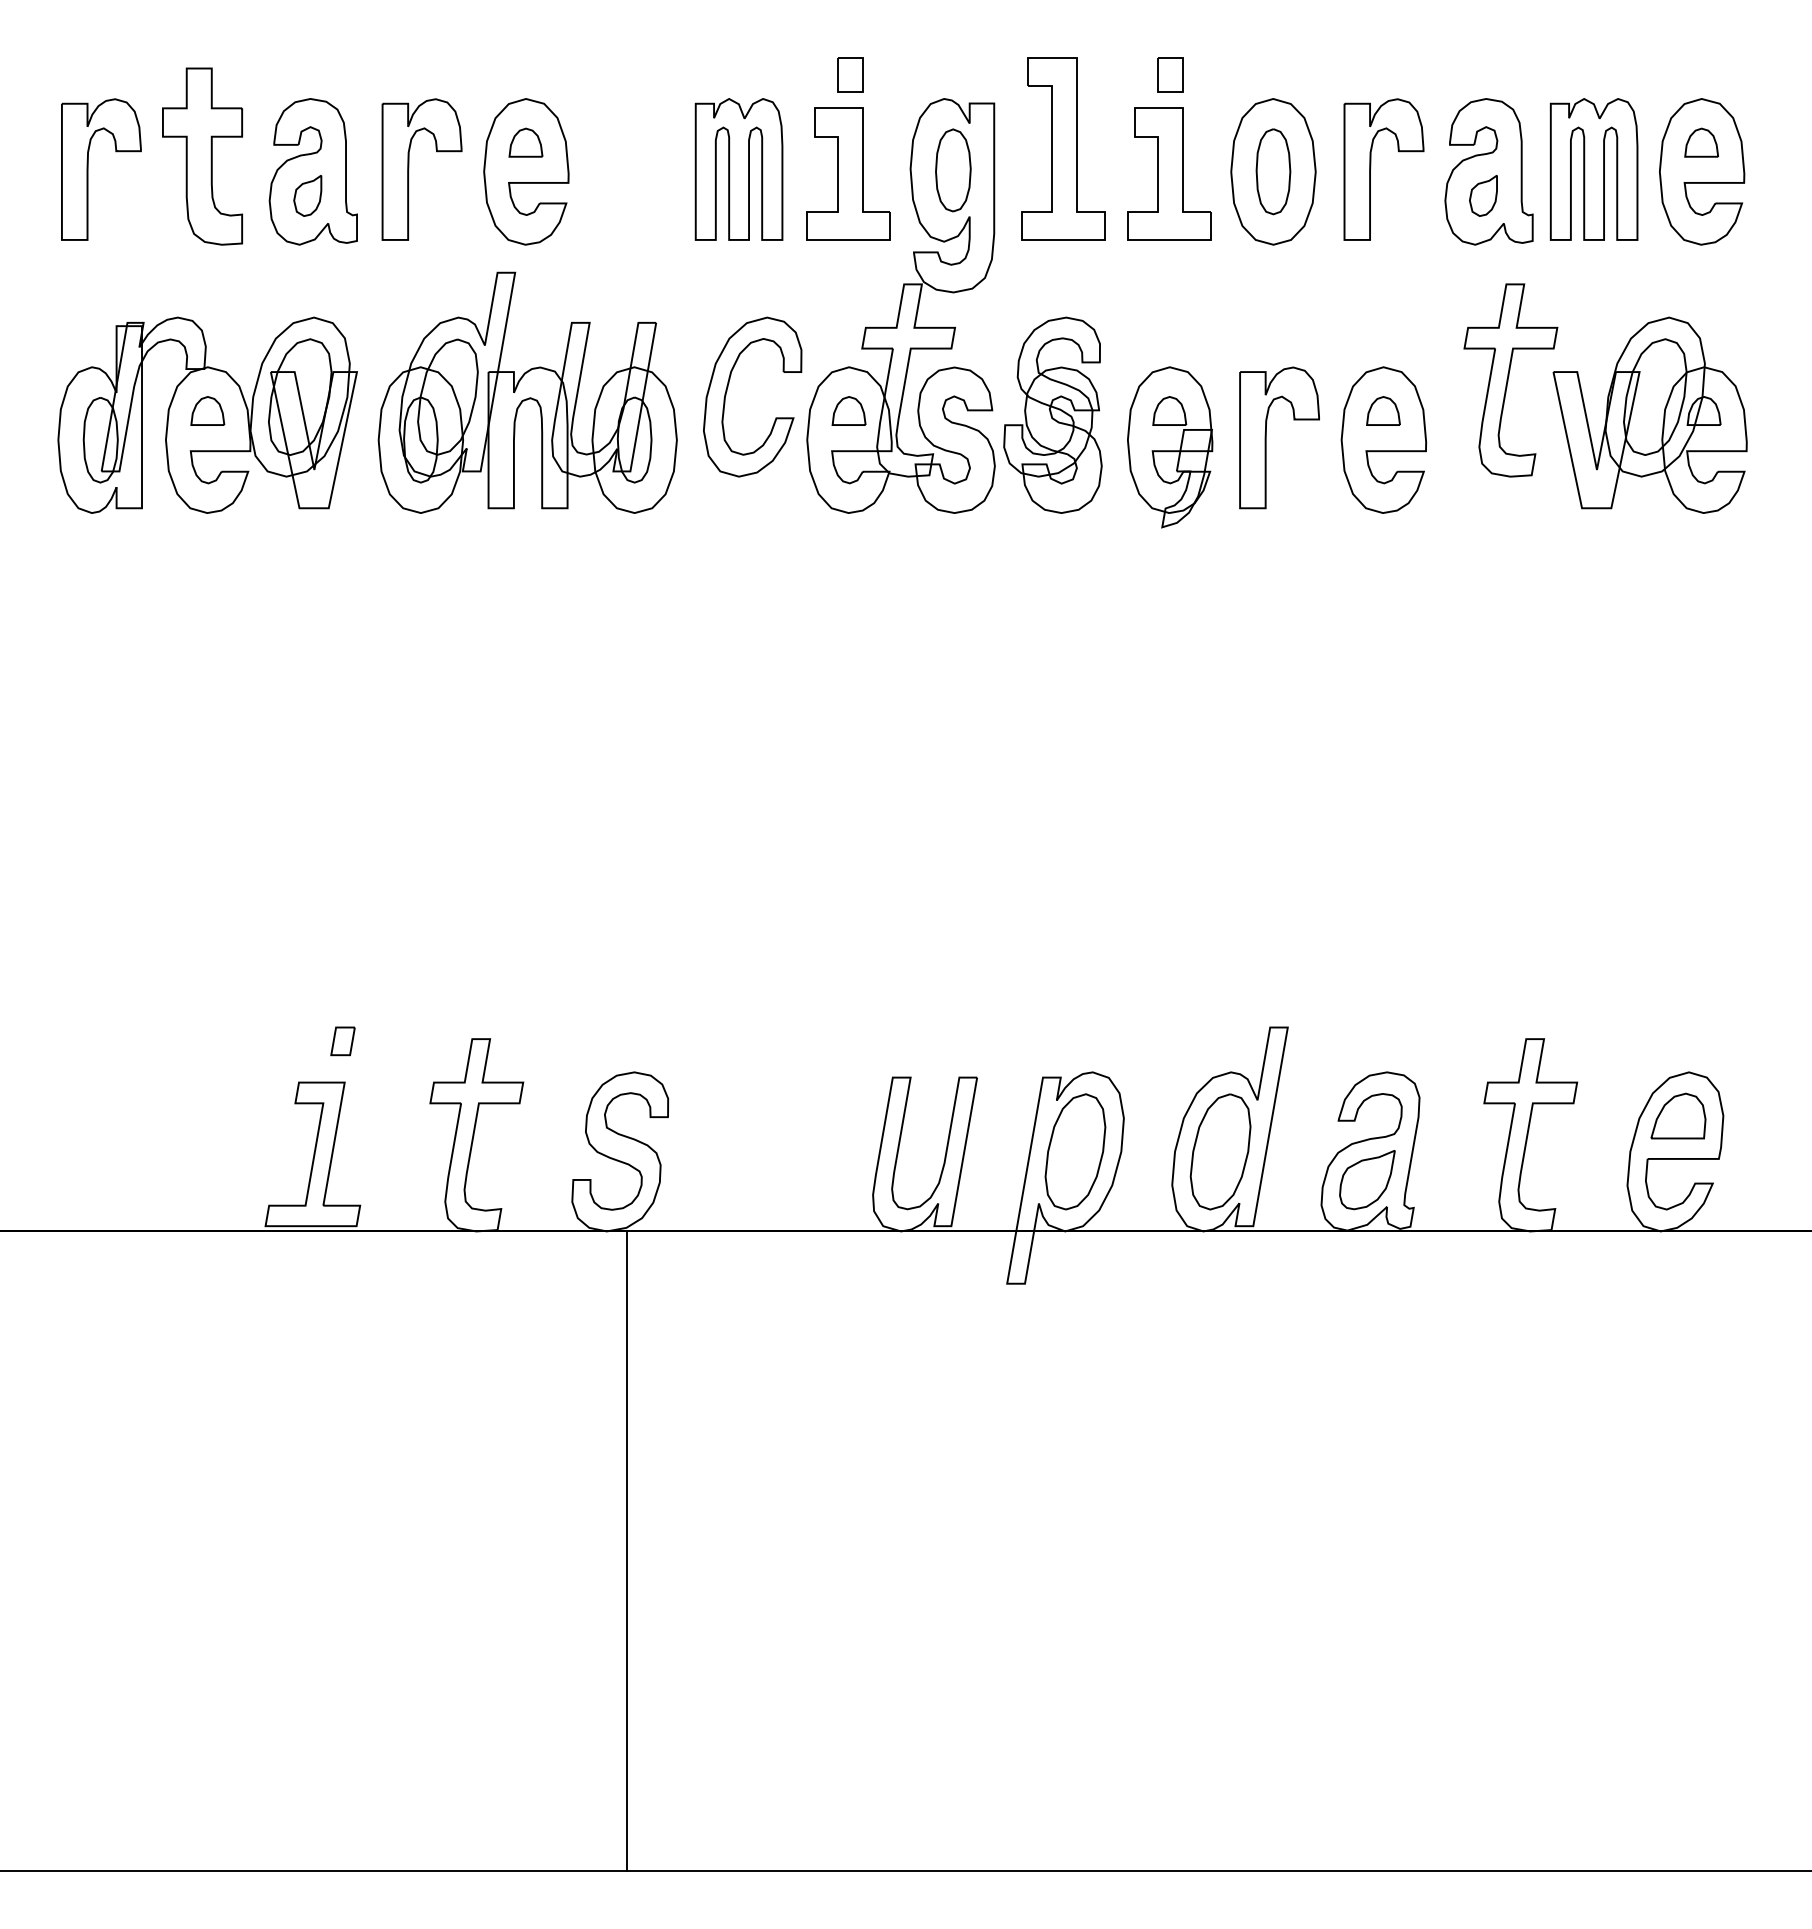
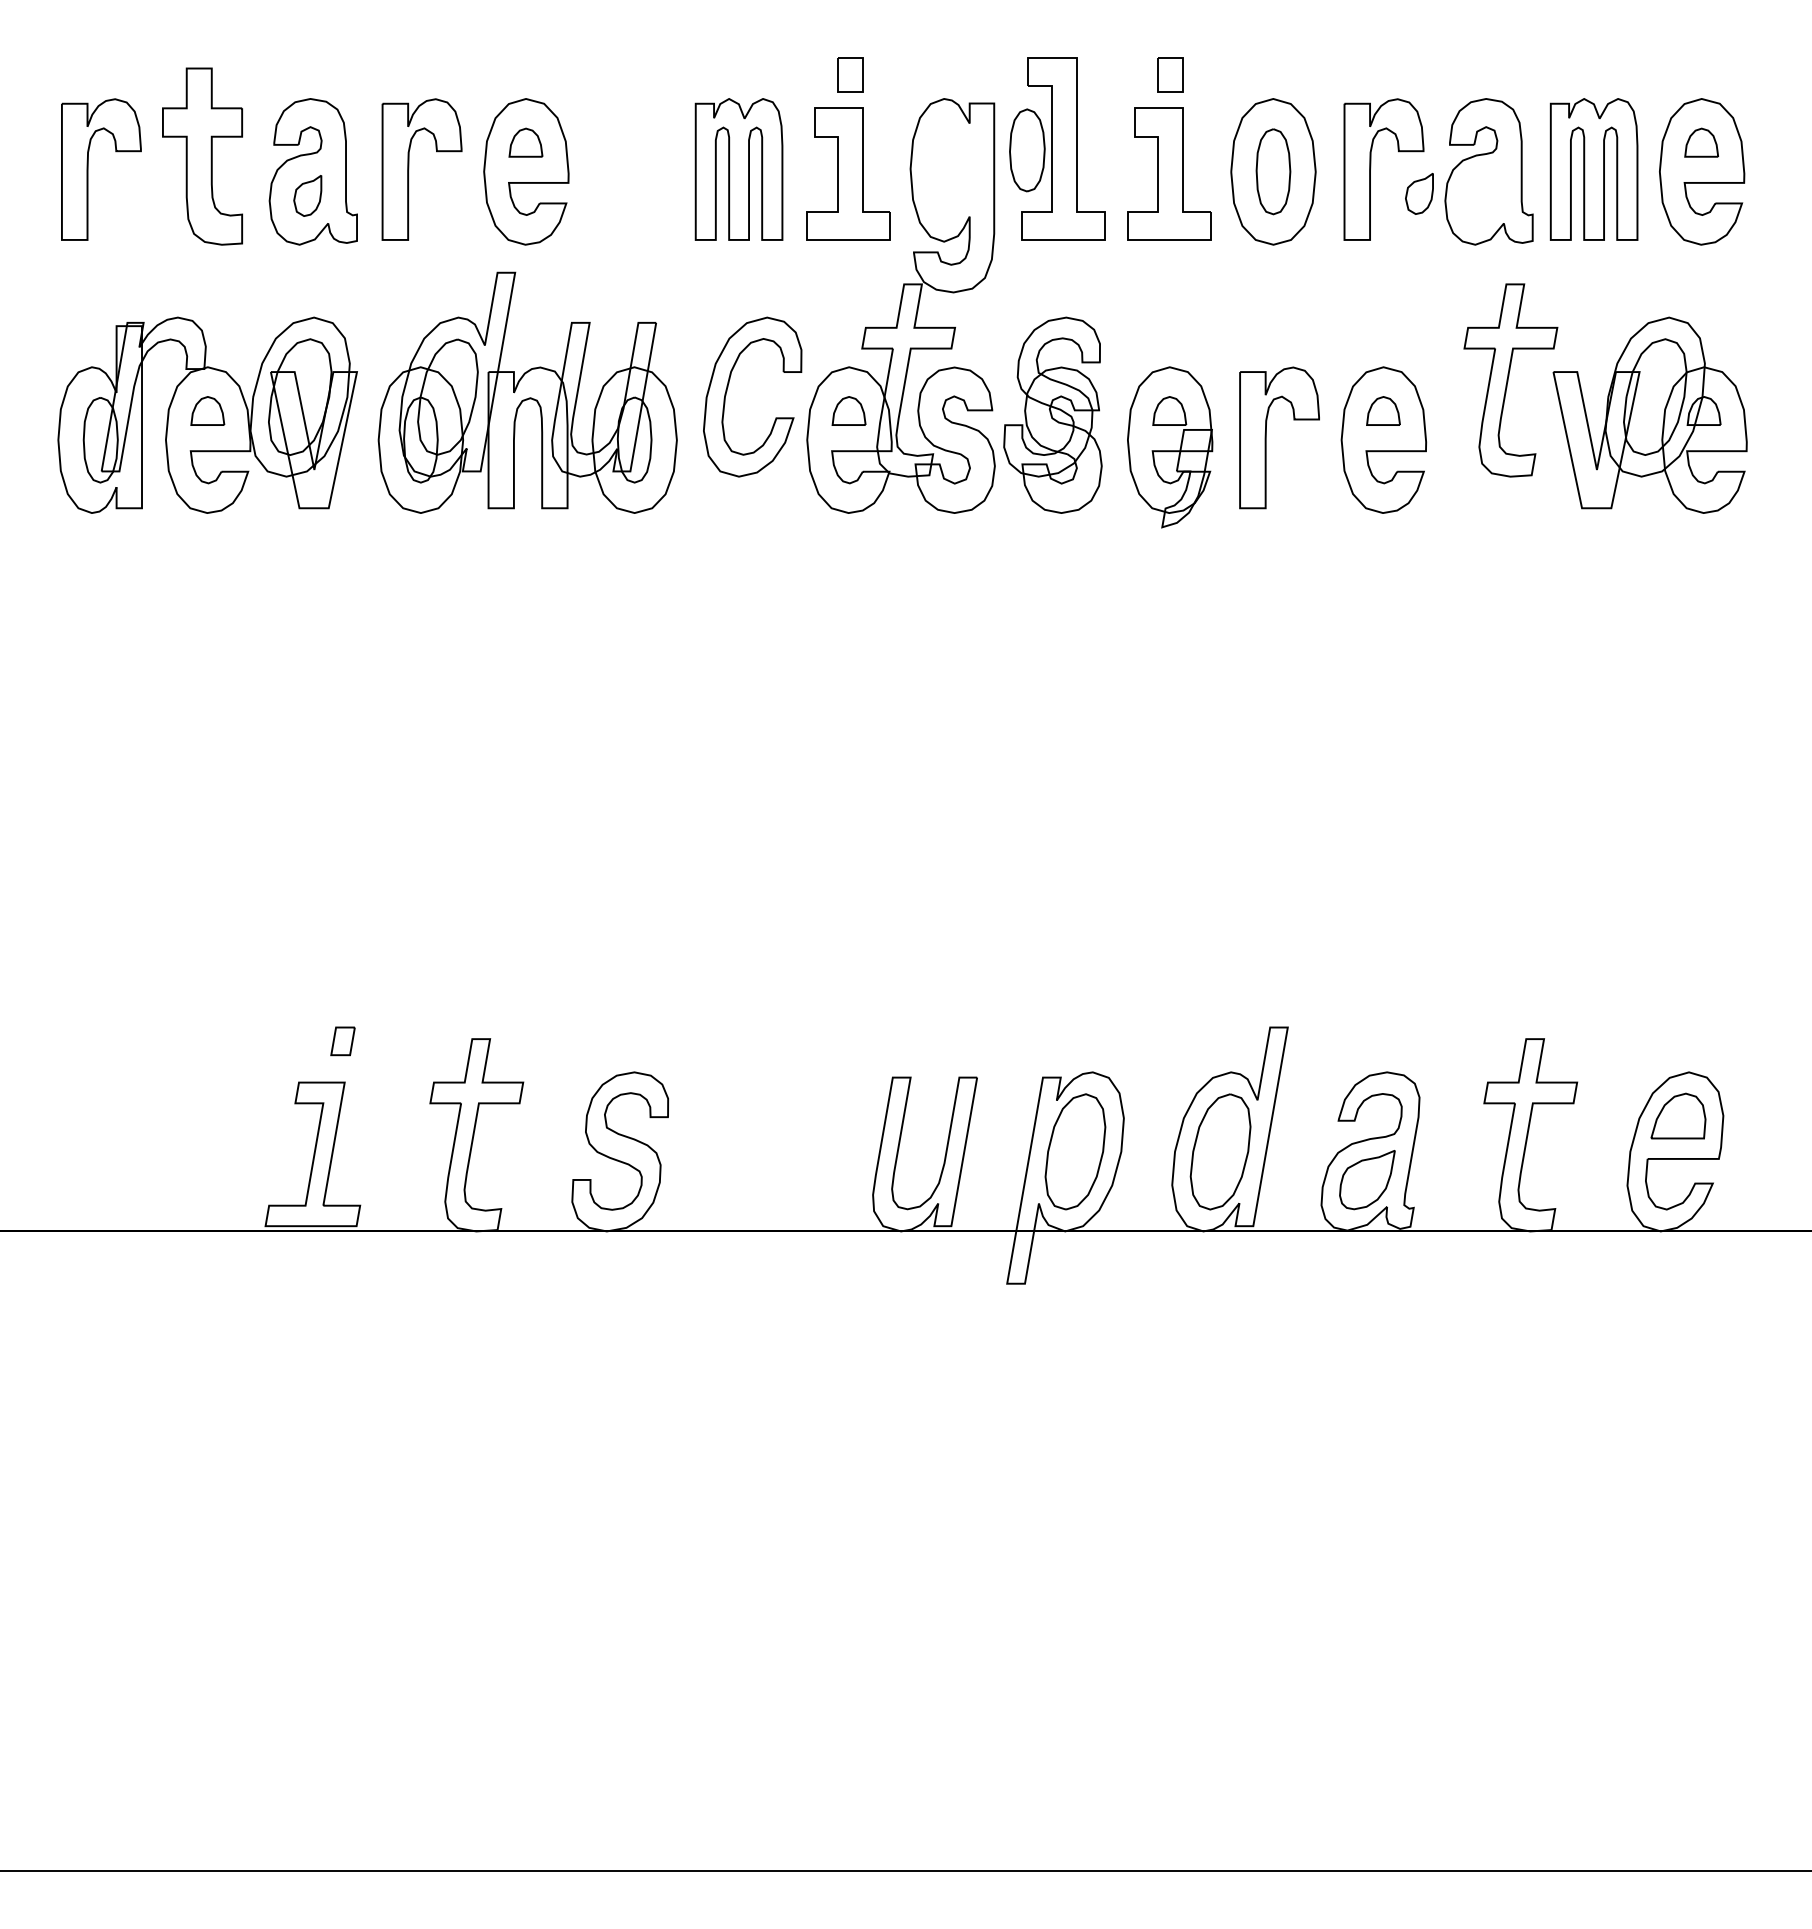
part at (953, 170) position: (953, 170) -> (1027, 150)
part at (1483, 195) position: (1483, 195) -> (1419, 193)
line at (627, 1551): present -> none
